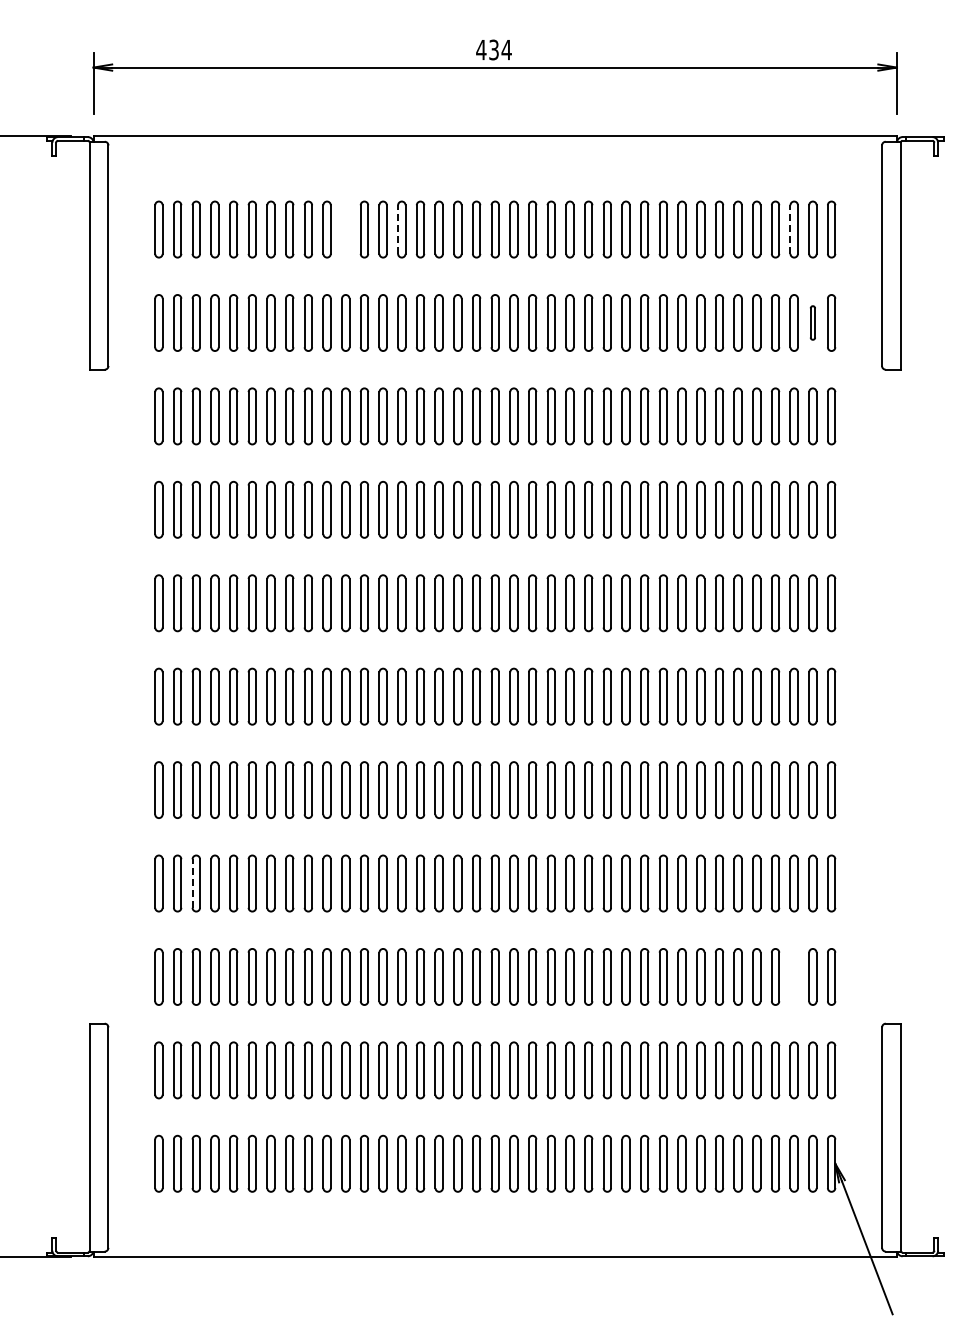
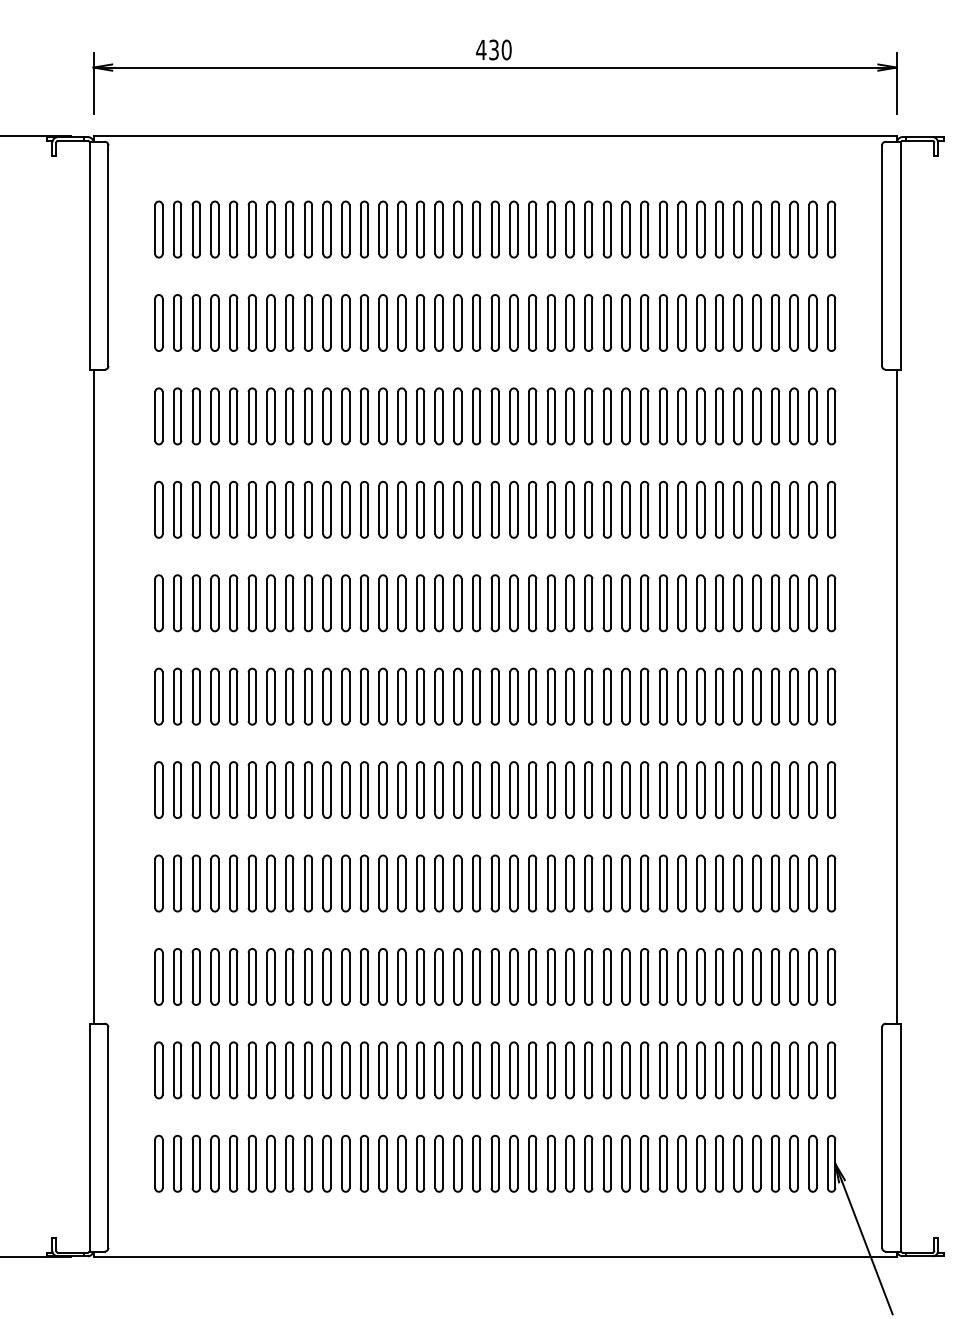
text at (506, 49): 434 -> 430
part at (345, 229): none -> present
line at (398, 229): dashed -> solid
line at (790, 229): dashed -> solid
part at (812, 322) size: 7x36 px -> 10x58 px
line at (93, 696): none -> present
line at (896, 696): none -> present
line at (192, 883): dashed -> solid
part at (793, 976): none -> present
